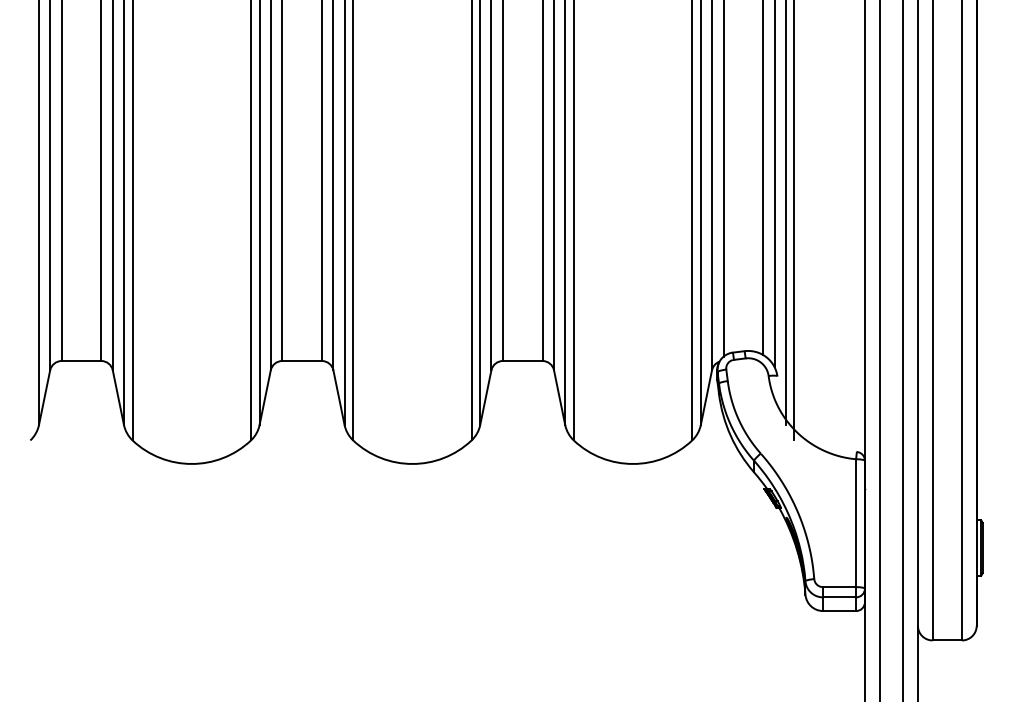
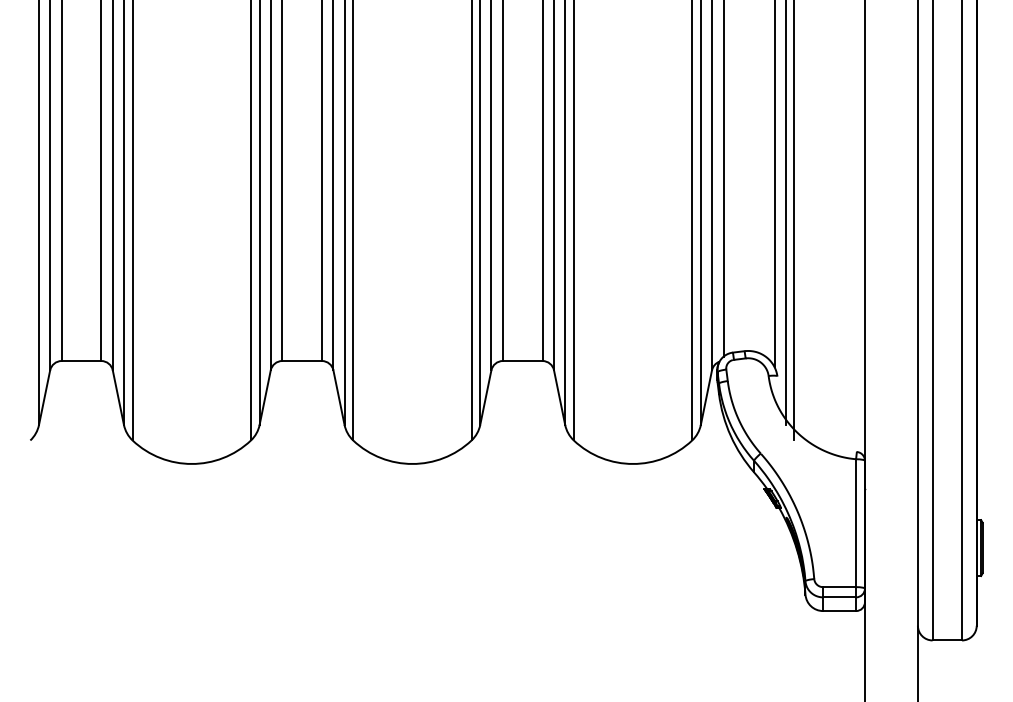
line at (763, 178): present -> none
line at (879, 350): present -> none
line at (903, 350): present -> none
